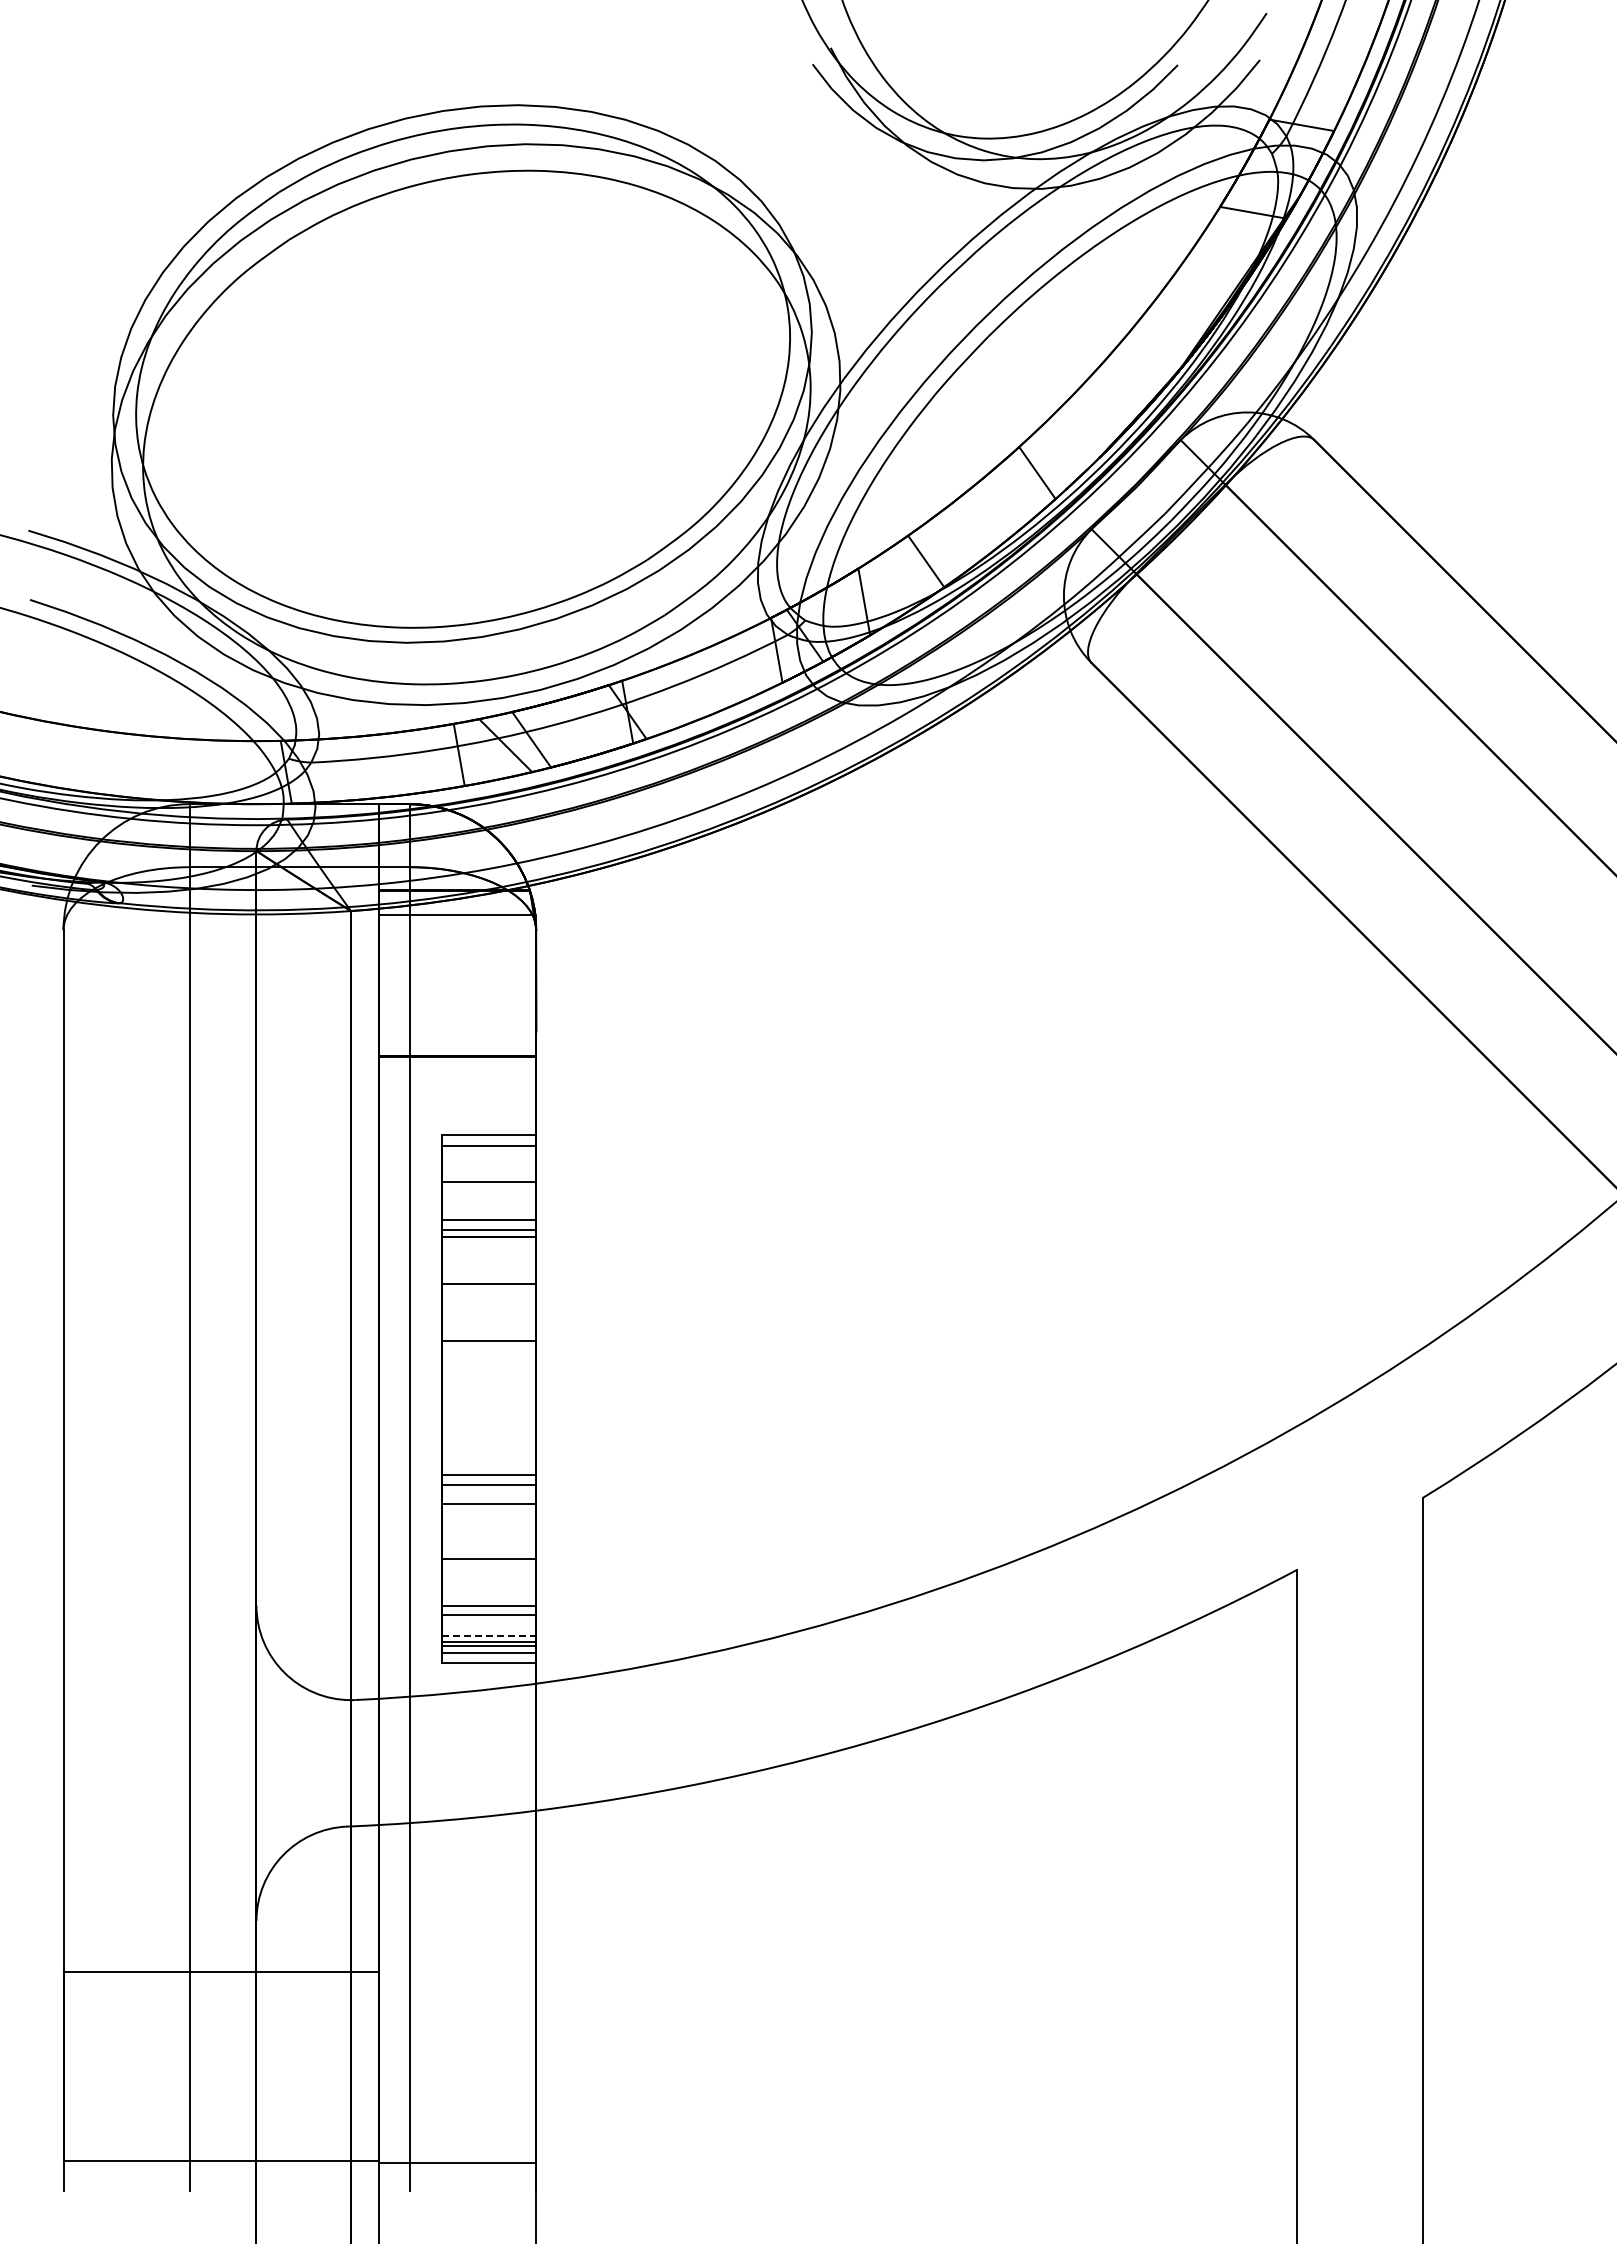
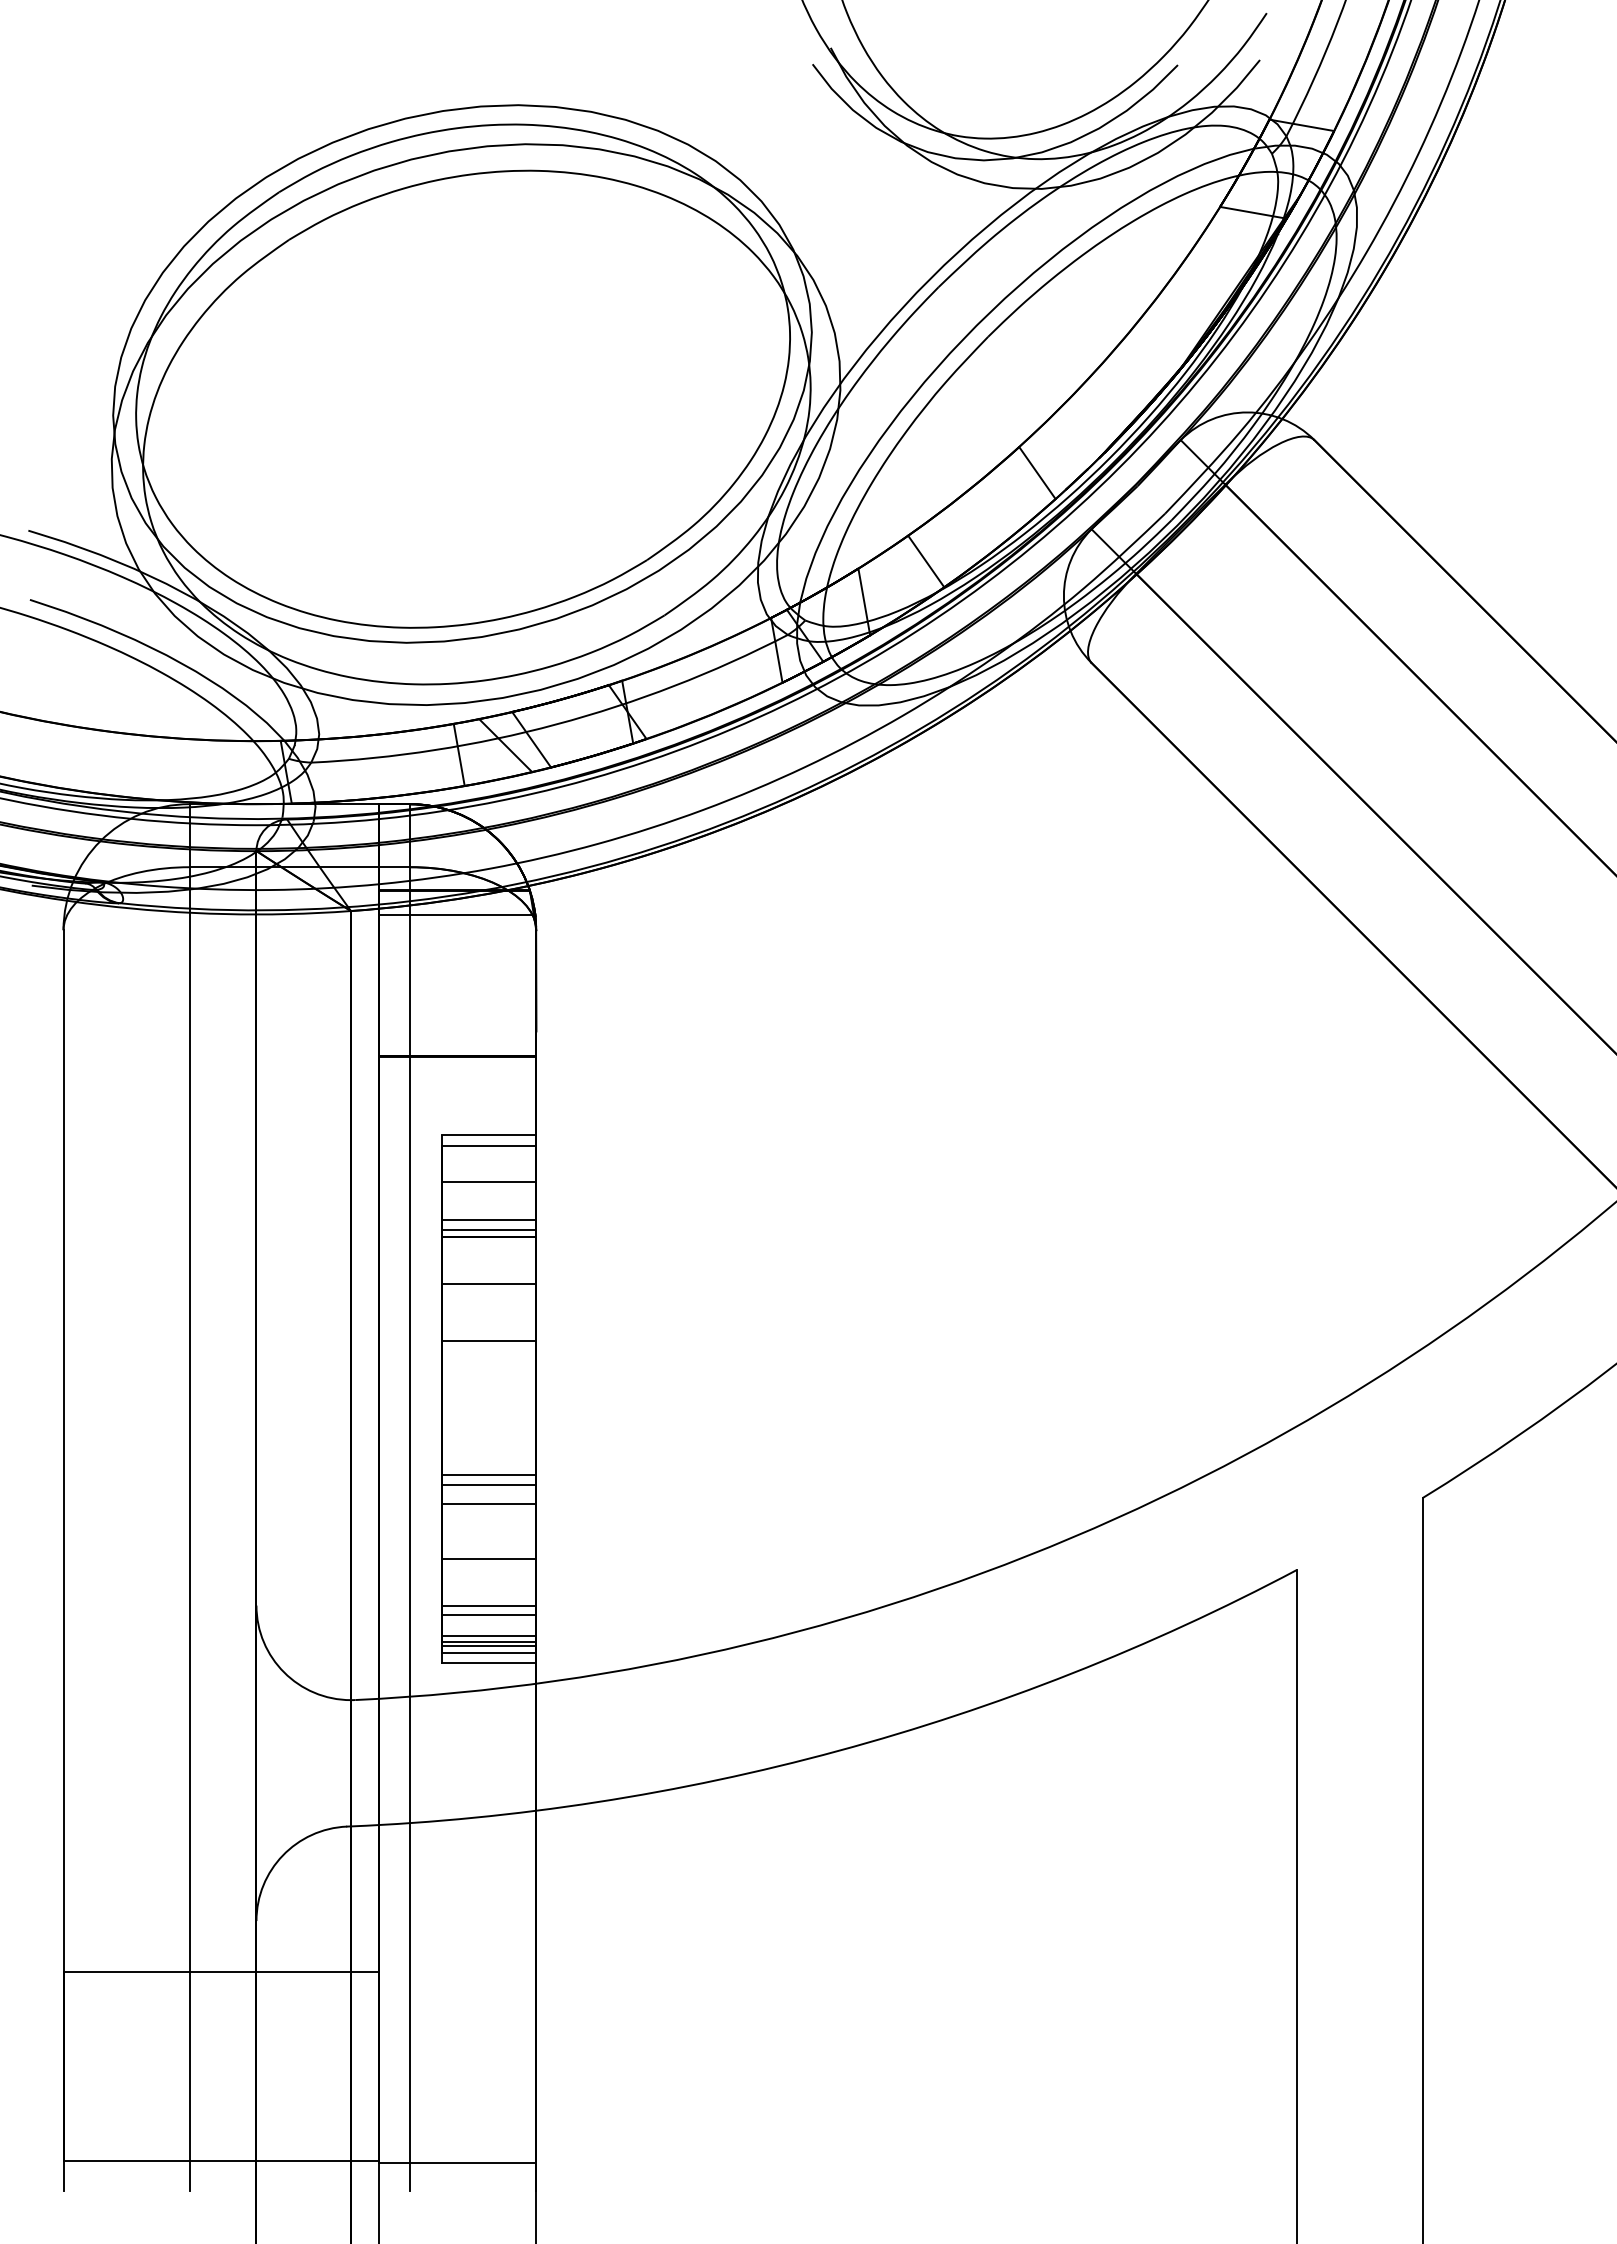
line at (489, 1636): dashed -> solid
